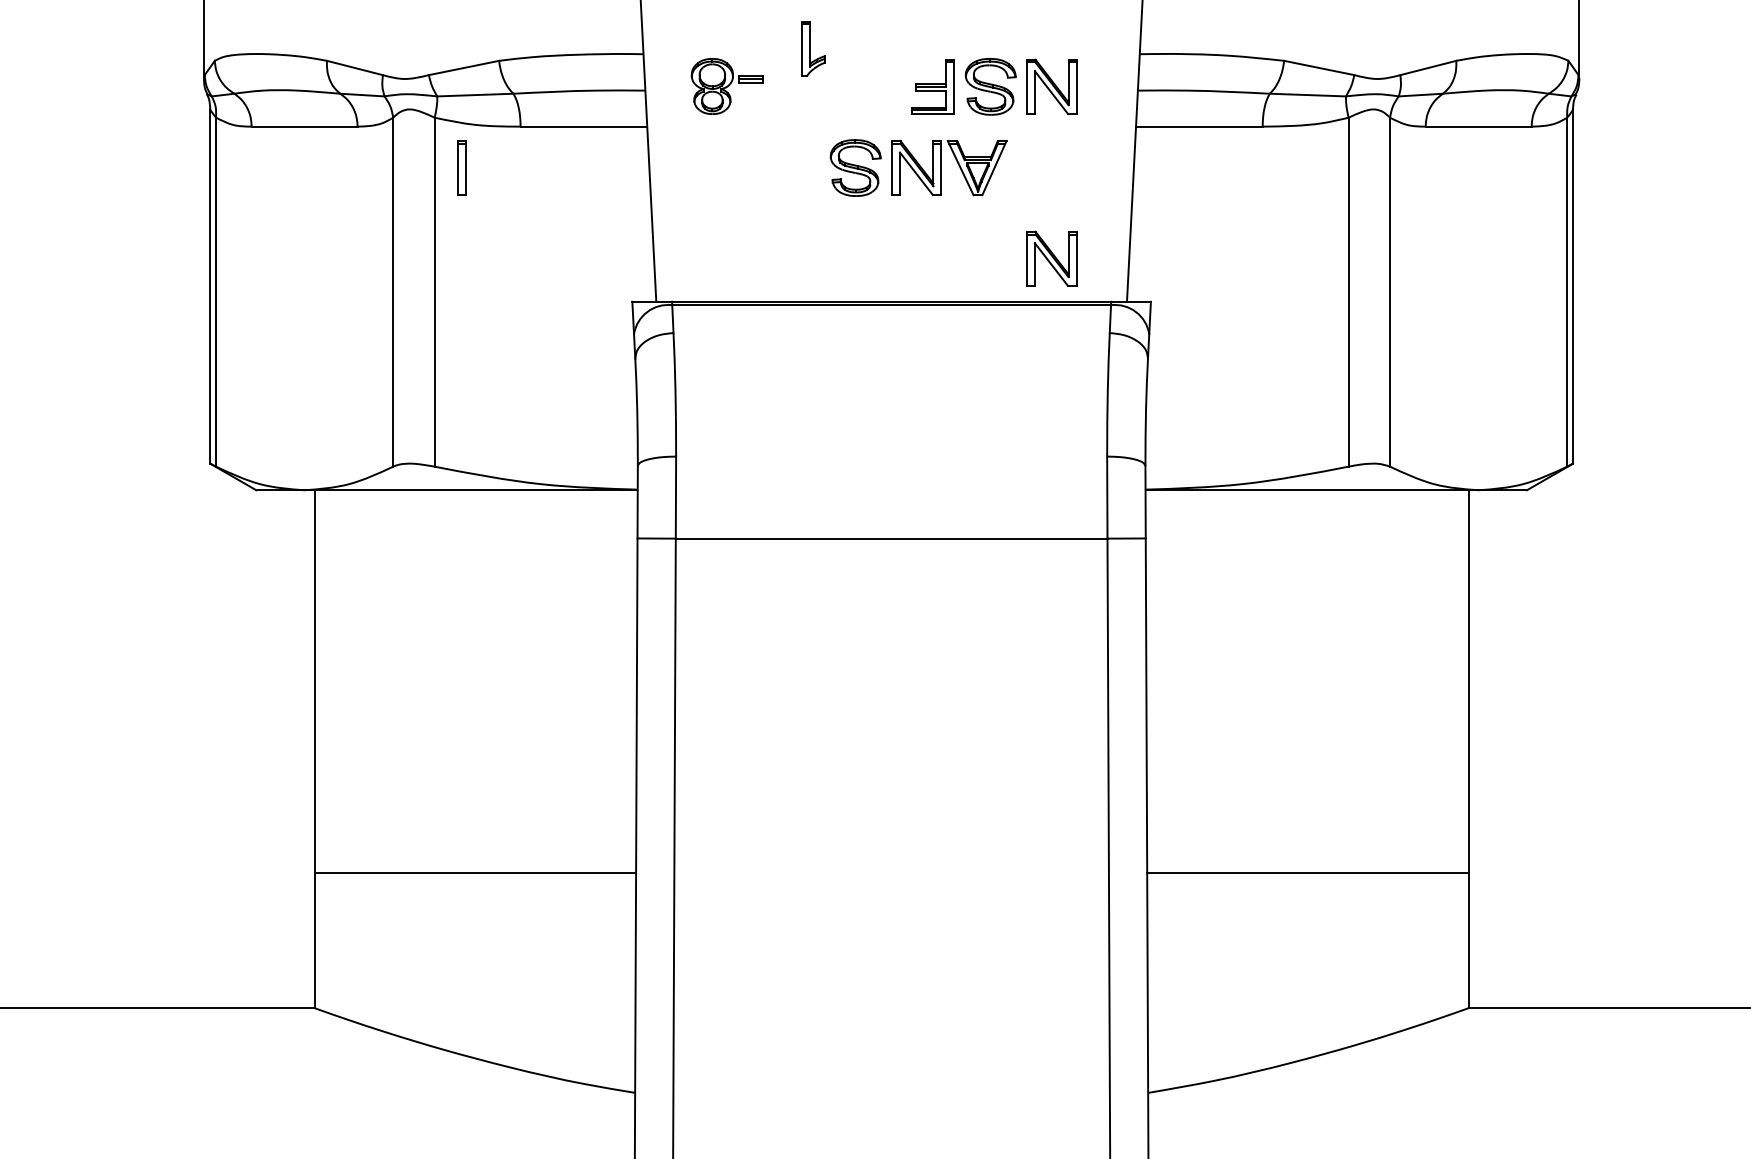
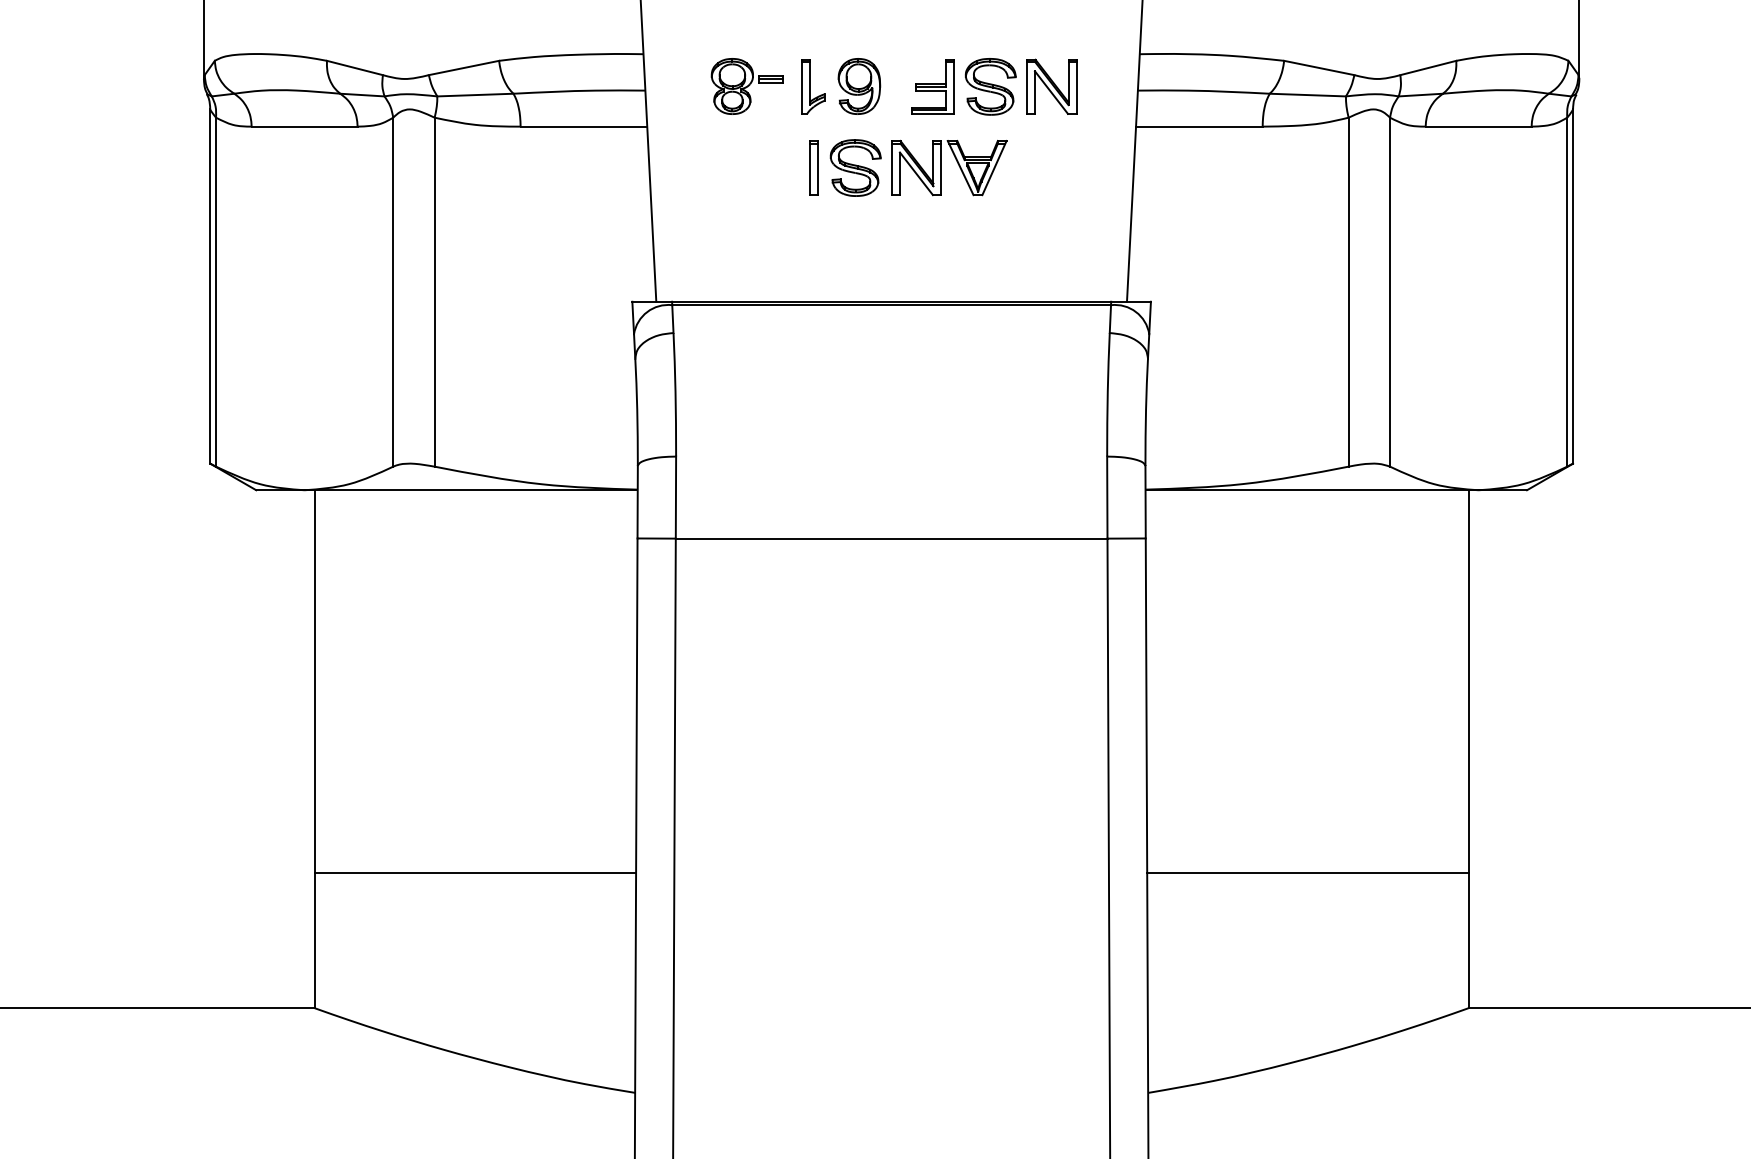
part at (813, 48) position: (813, 48) -> (813, 86)
part at (726, 86) position: (726, 86) -> (746, 86)
part at (859, 86): none -> present
part at (461, 167) position: (461, 167) -> (813, 167)
part at (1051, 258): present -> none
